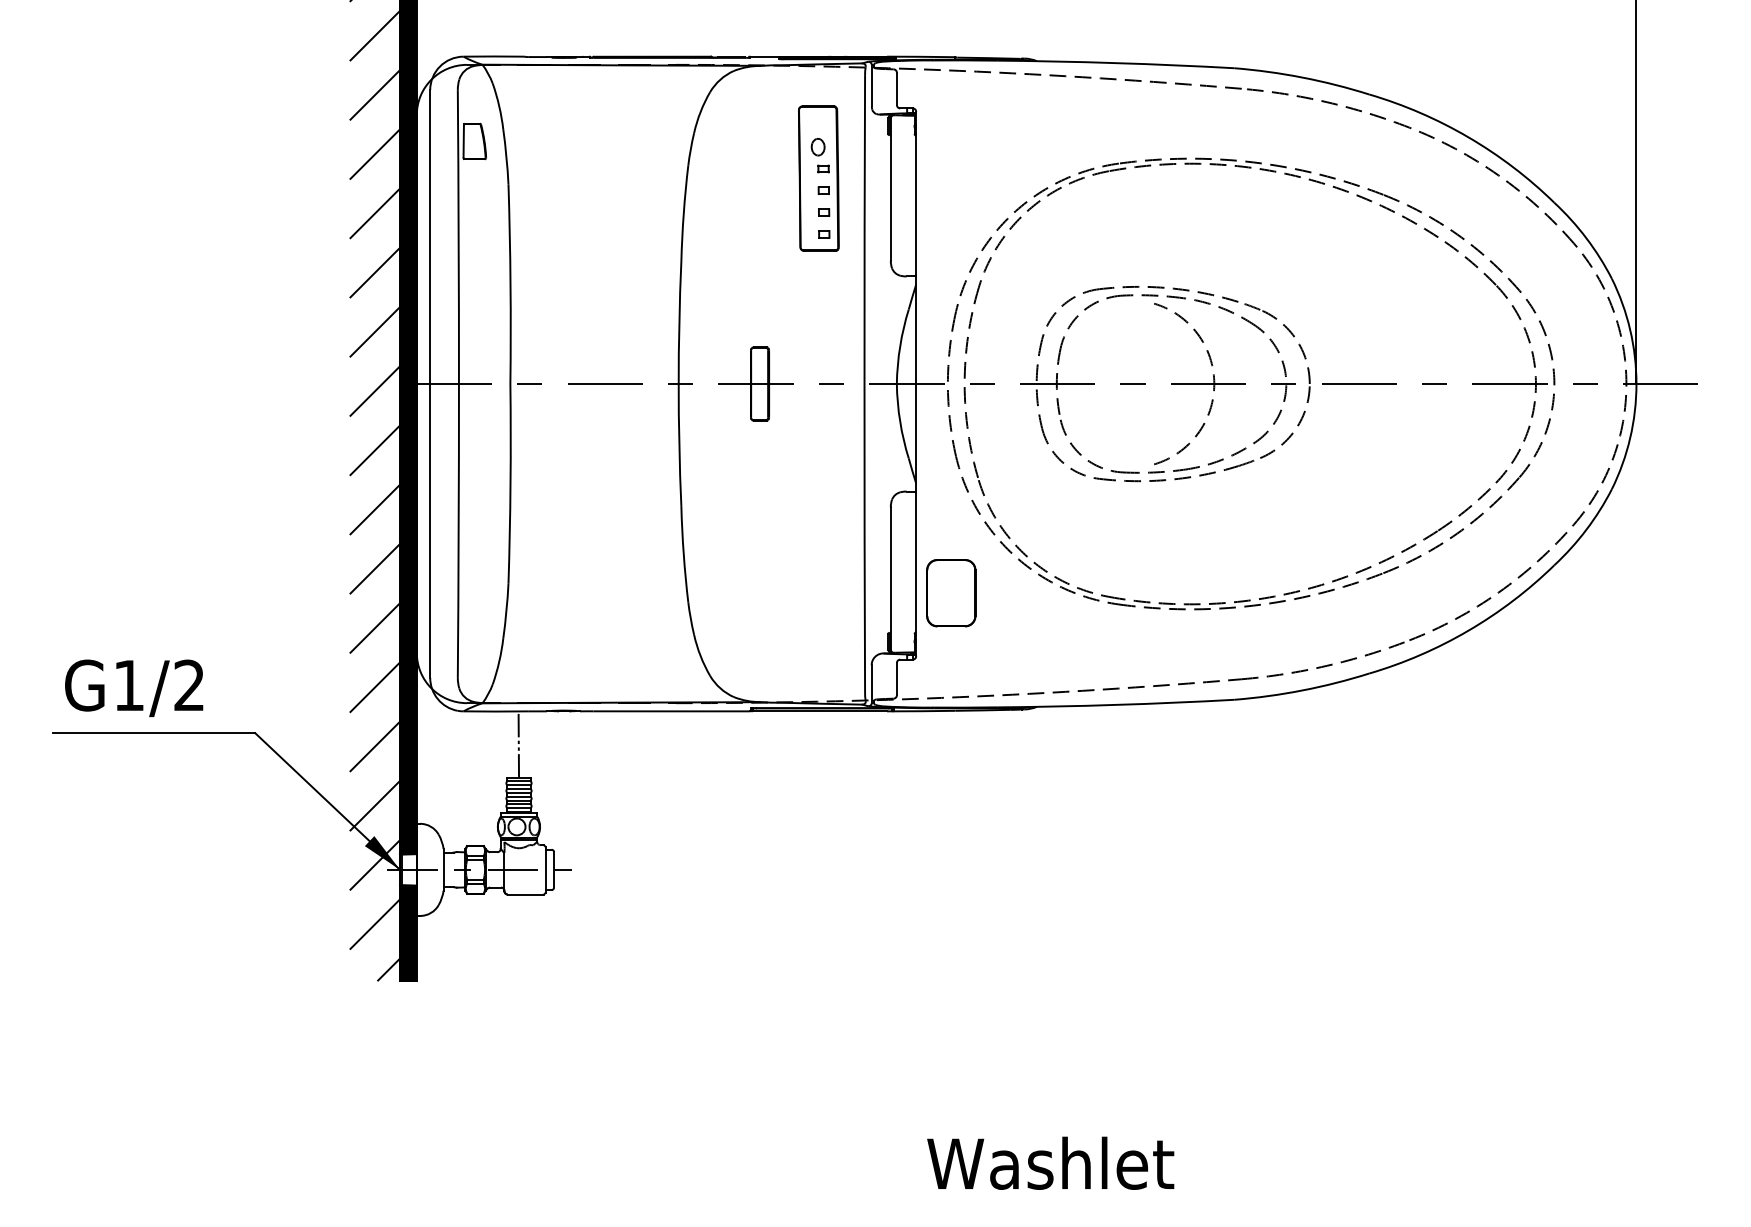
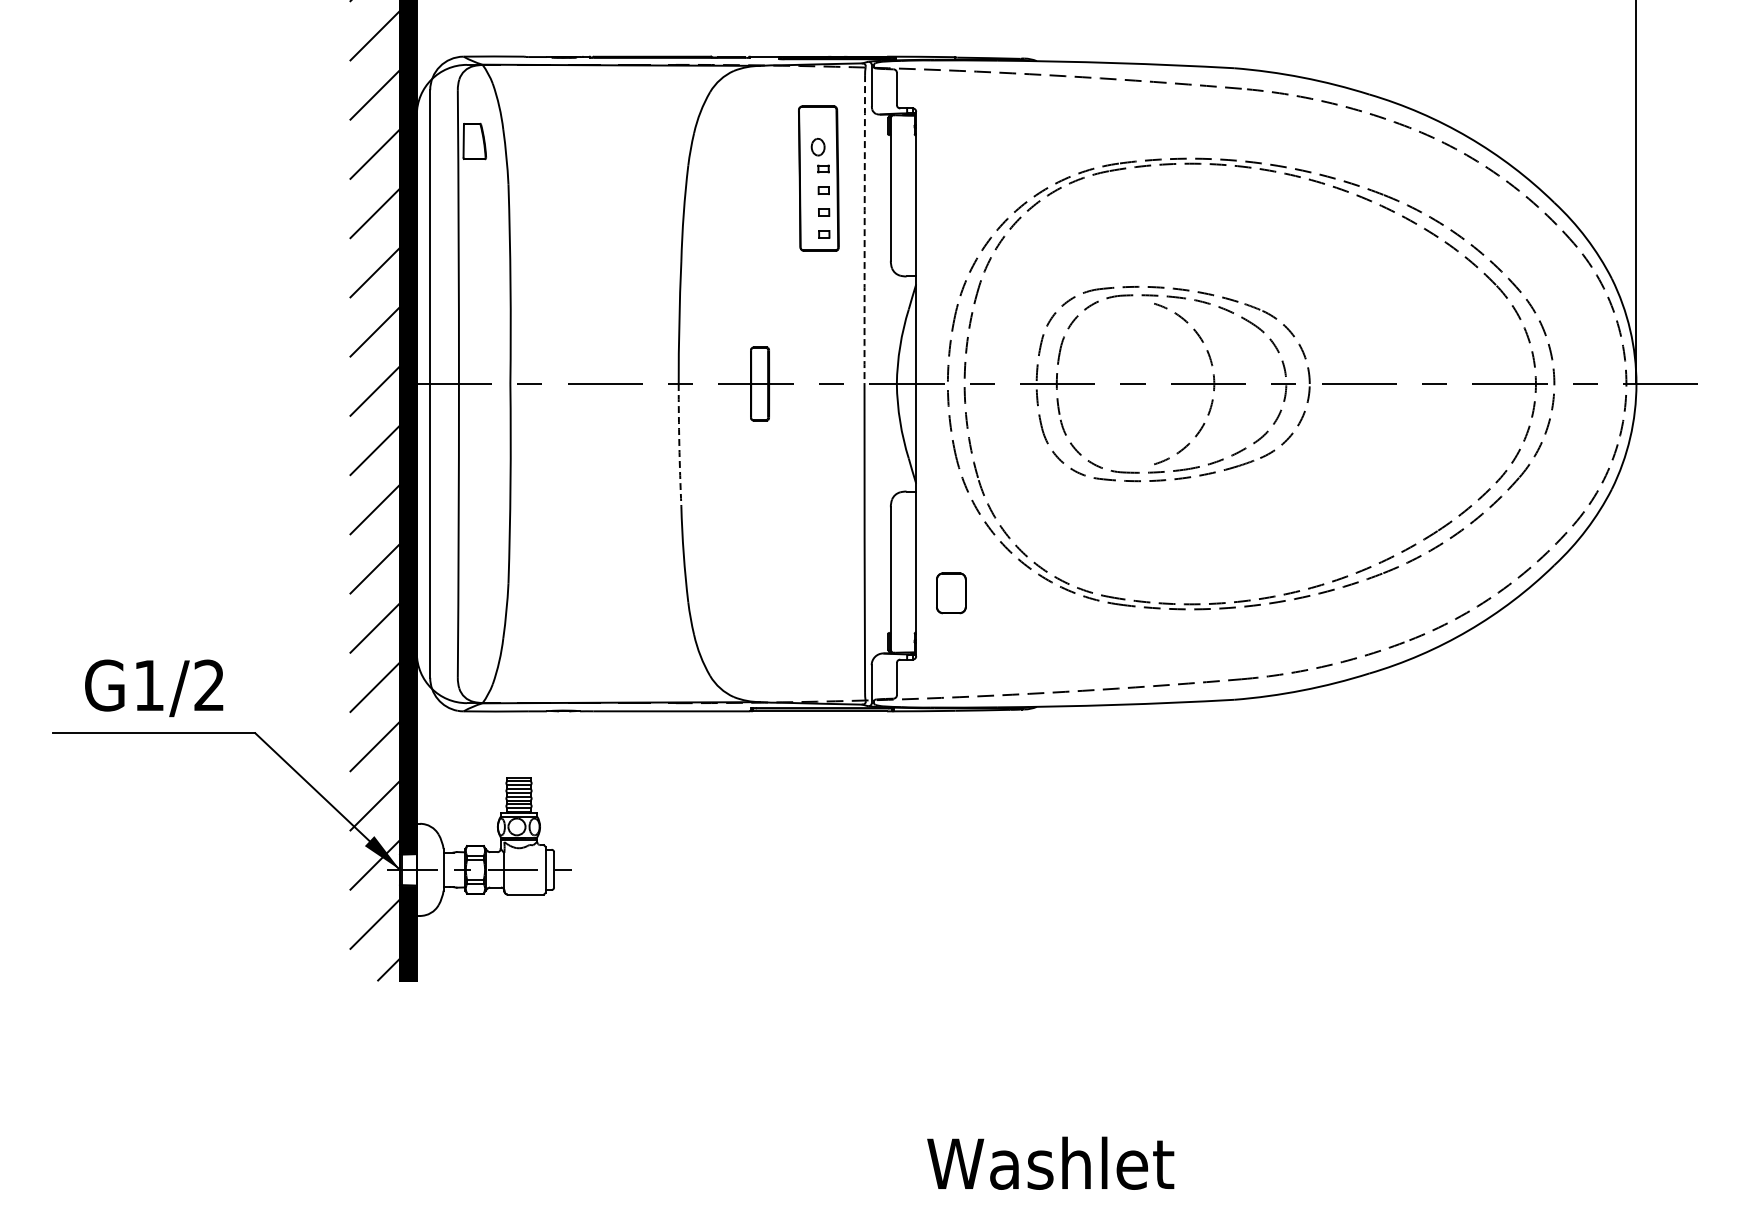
arc at (864, 229): solid -> dashed
arc at (679, 445): solid -> dashed
part at (951, 593) size: 51x69 px -> 31x43 px
text at (134, 688) position: (134, 688) -> (154, 688)
line at (518, 744): present -> none
